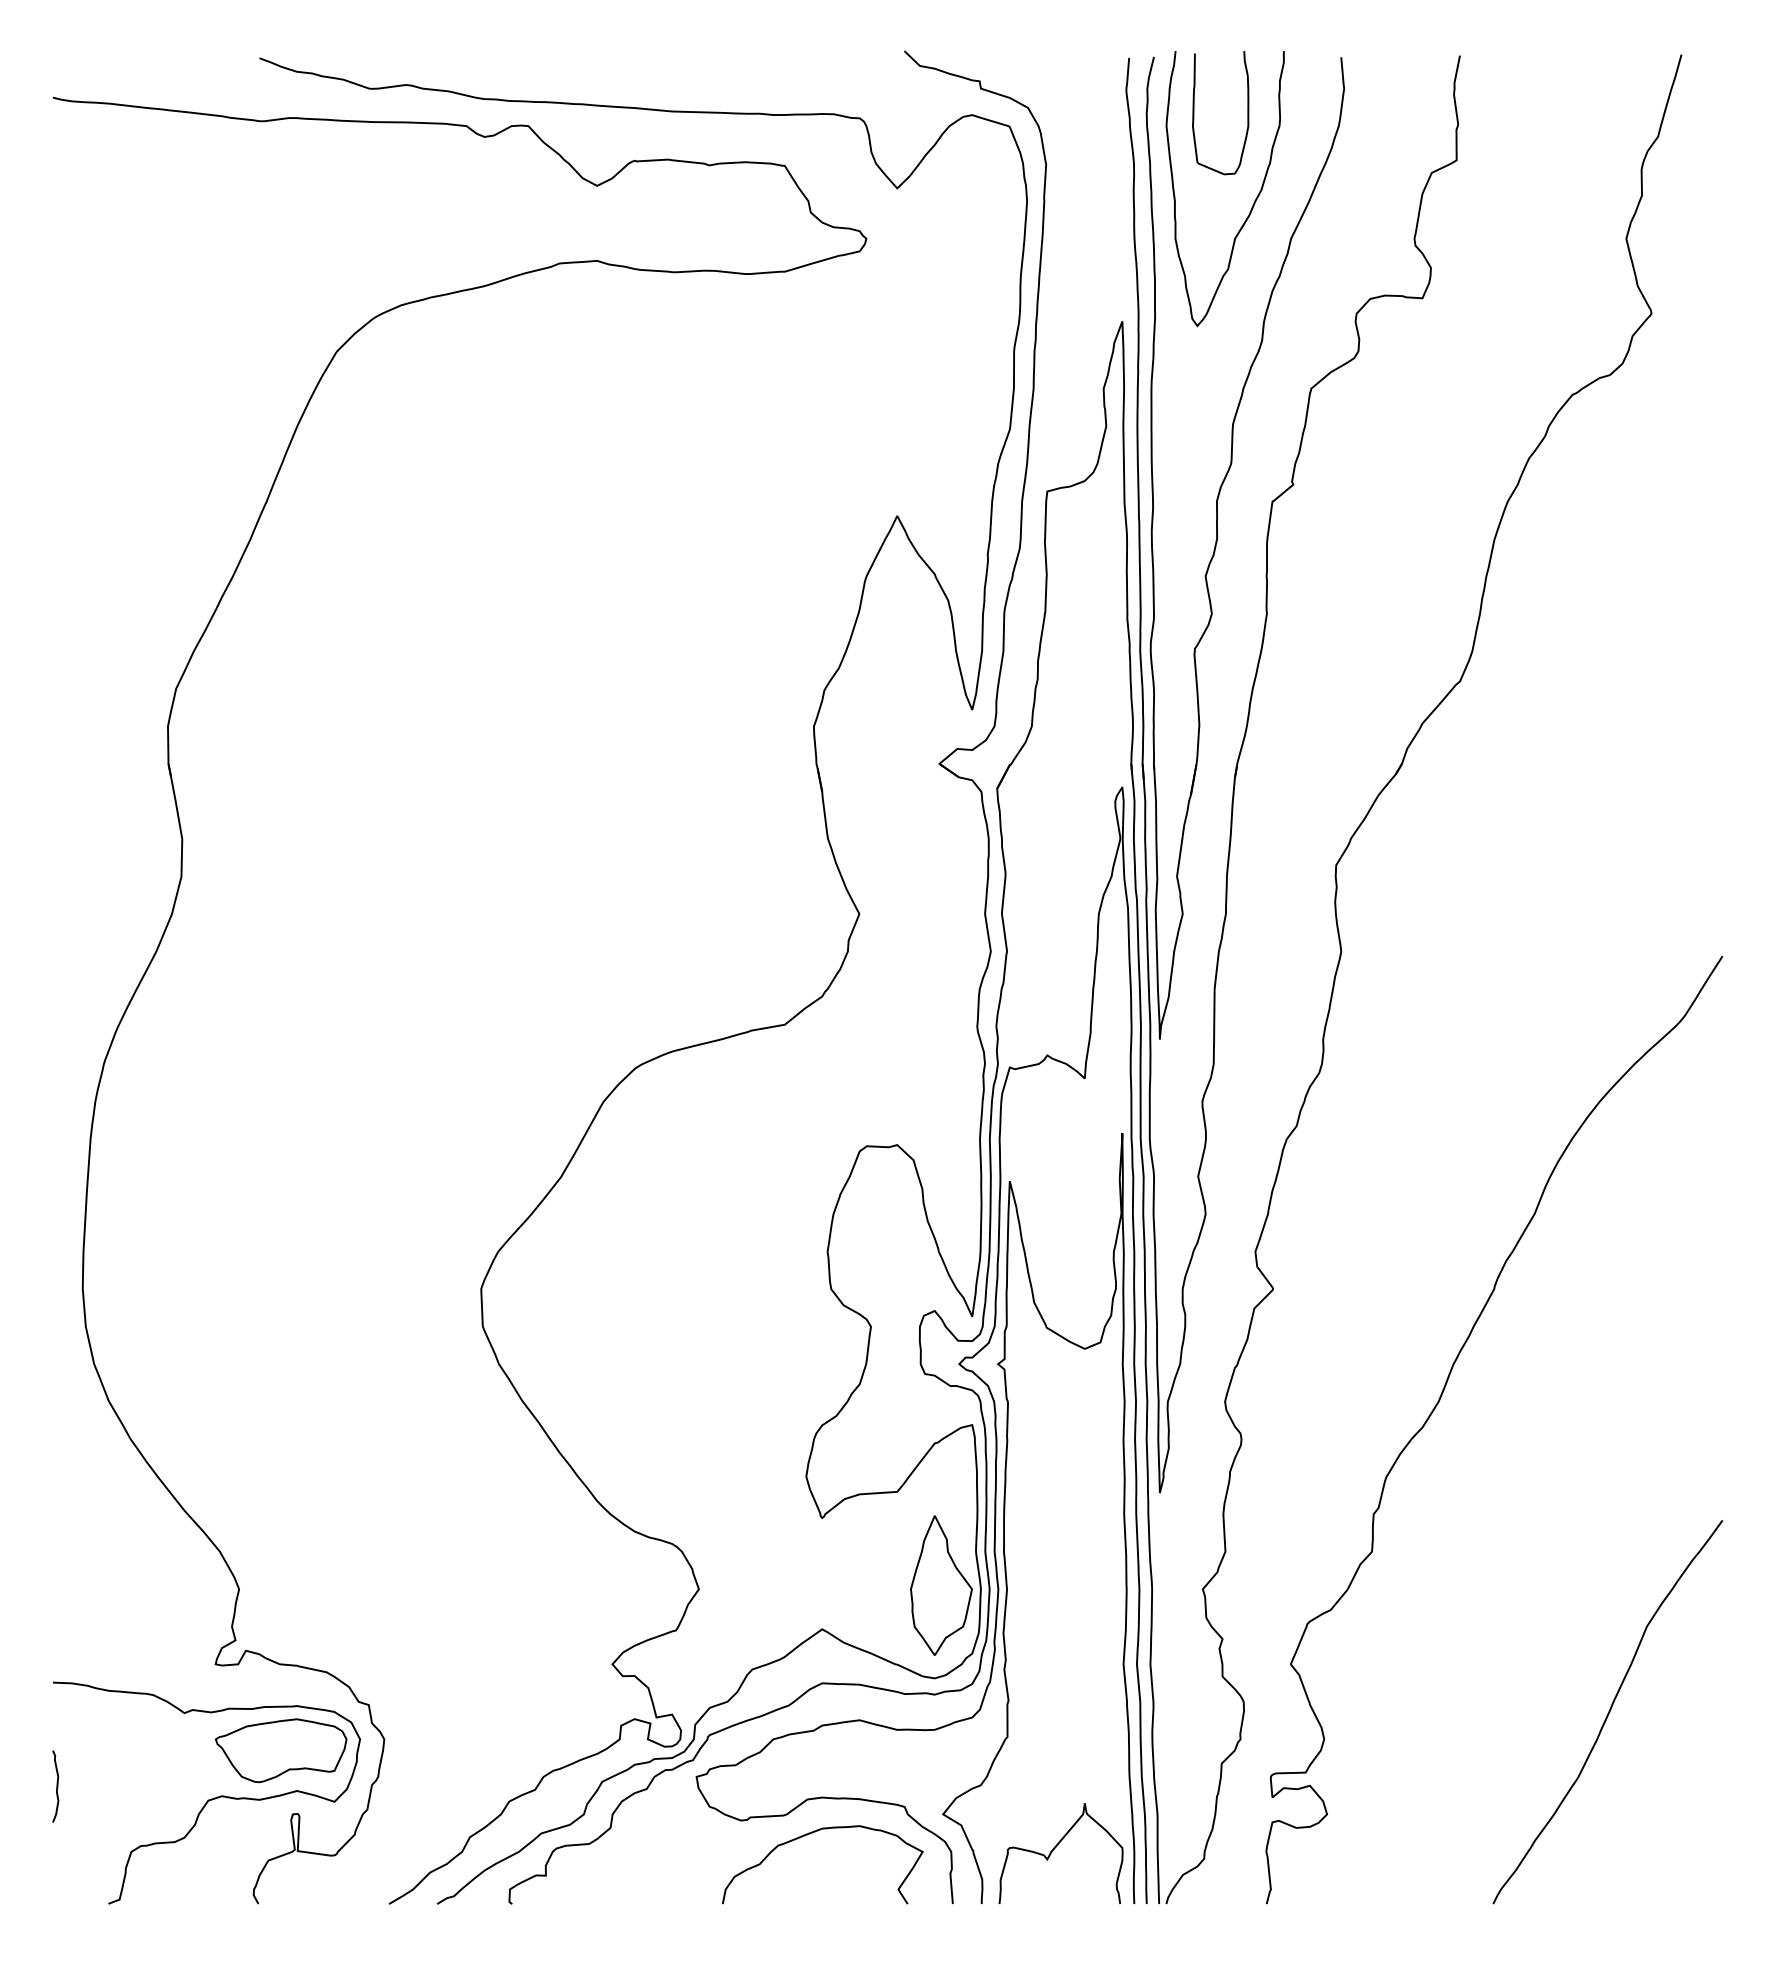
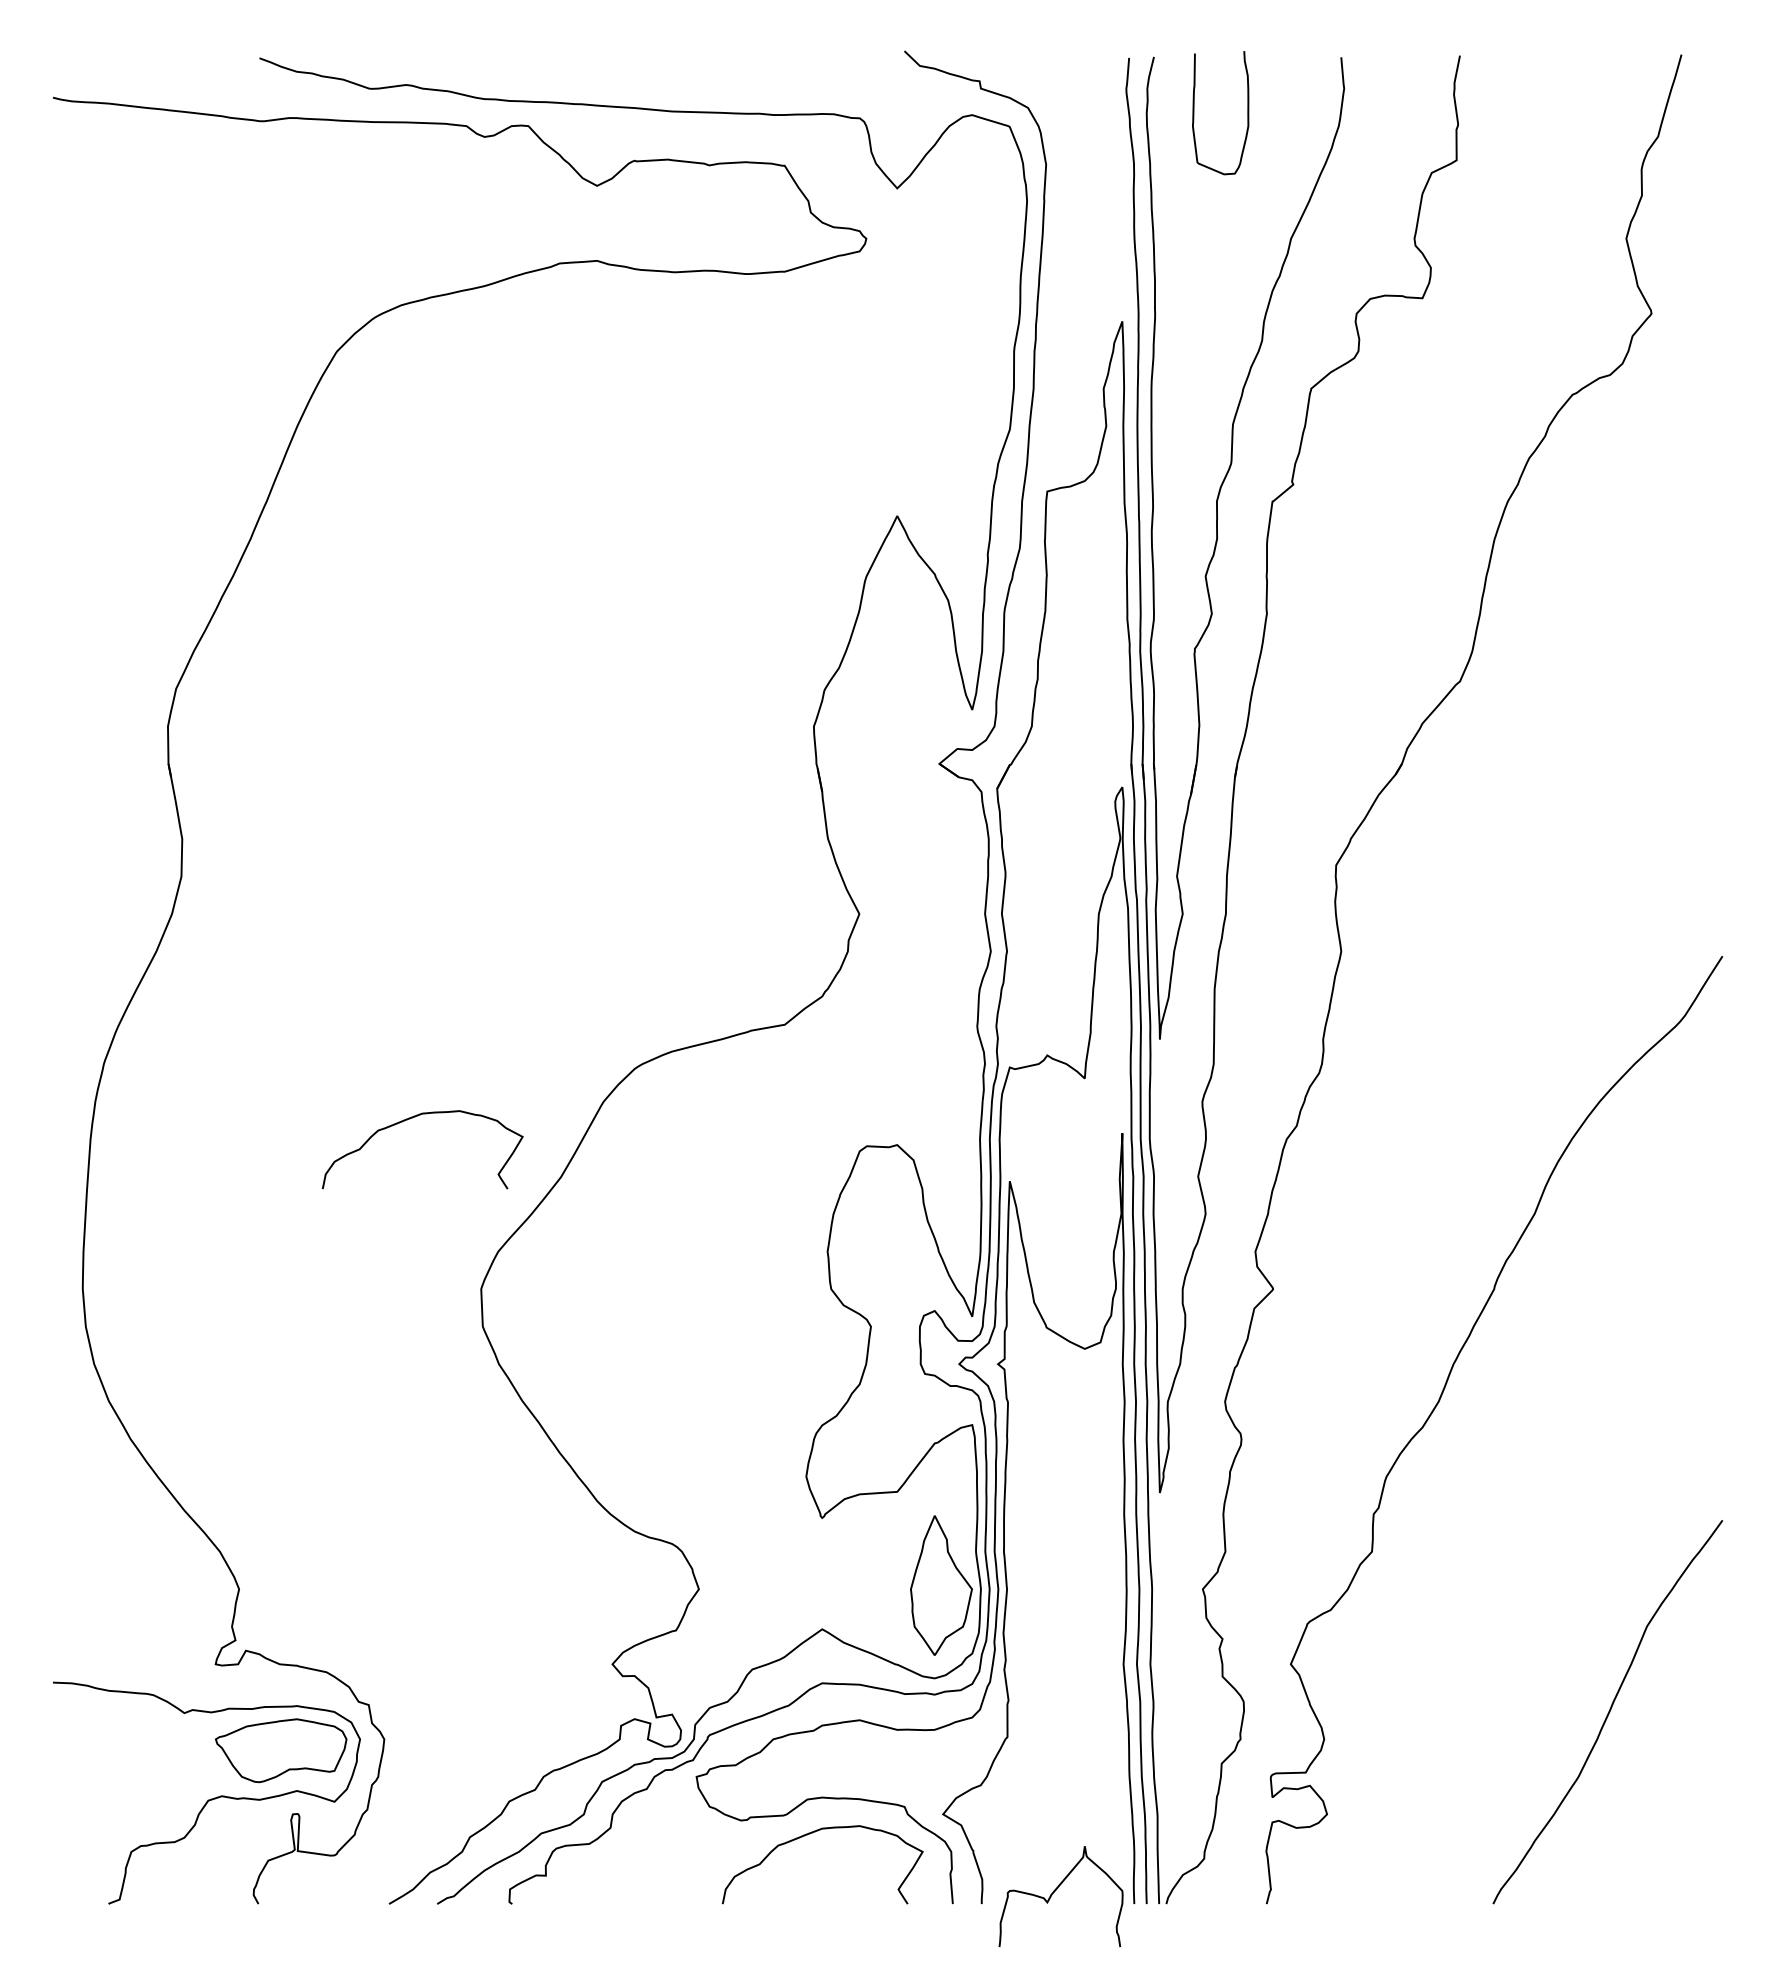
curve at (1253, 202): present -> none
curve at (410, 1119): none -> present
curve at (56, 1786): present -> none
curve at (1055, 1848) position: (1055, 1848) -> (1055, 1891)
